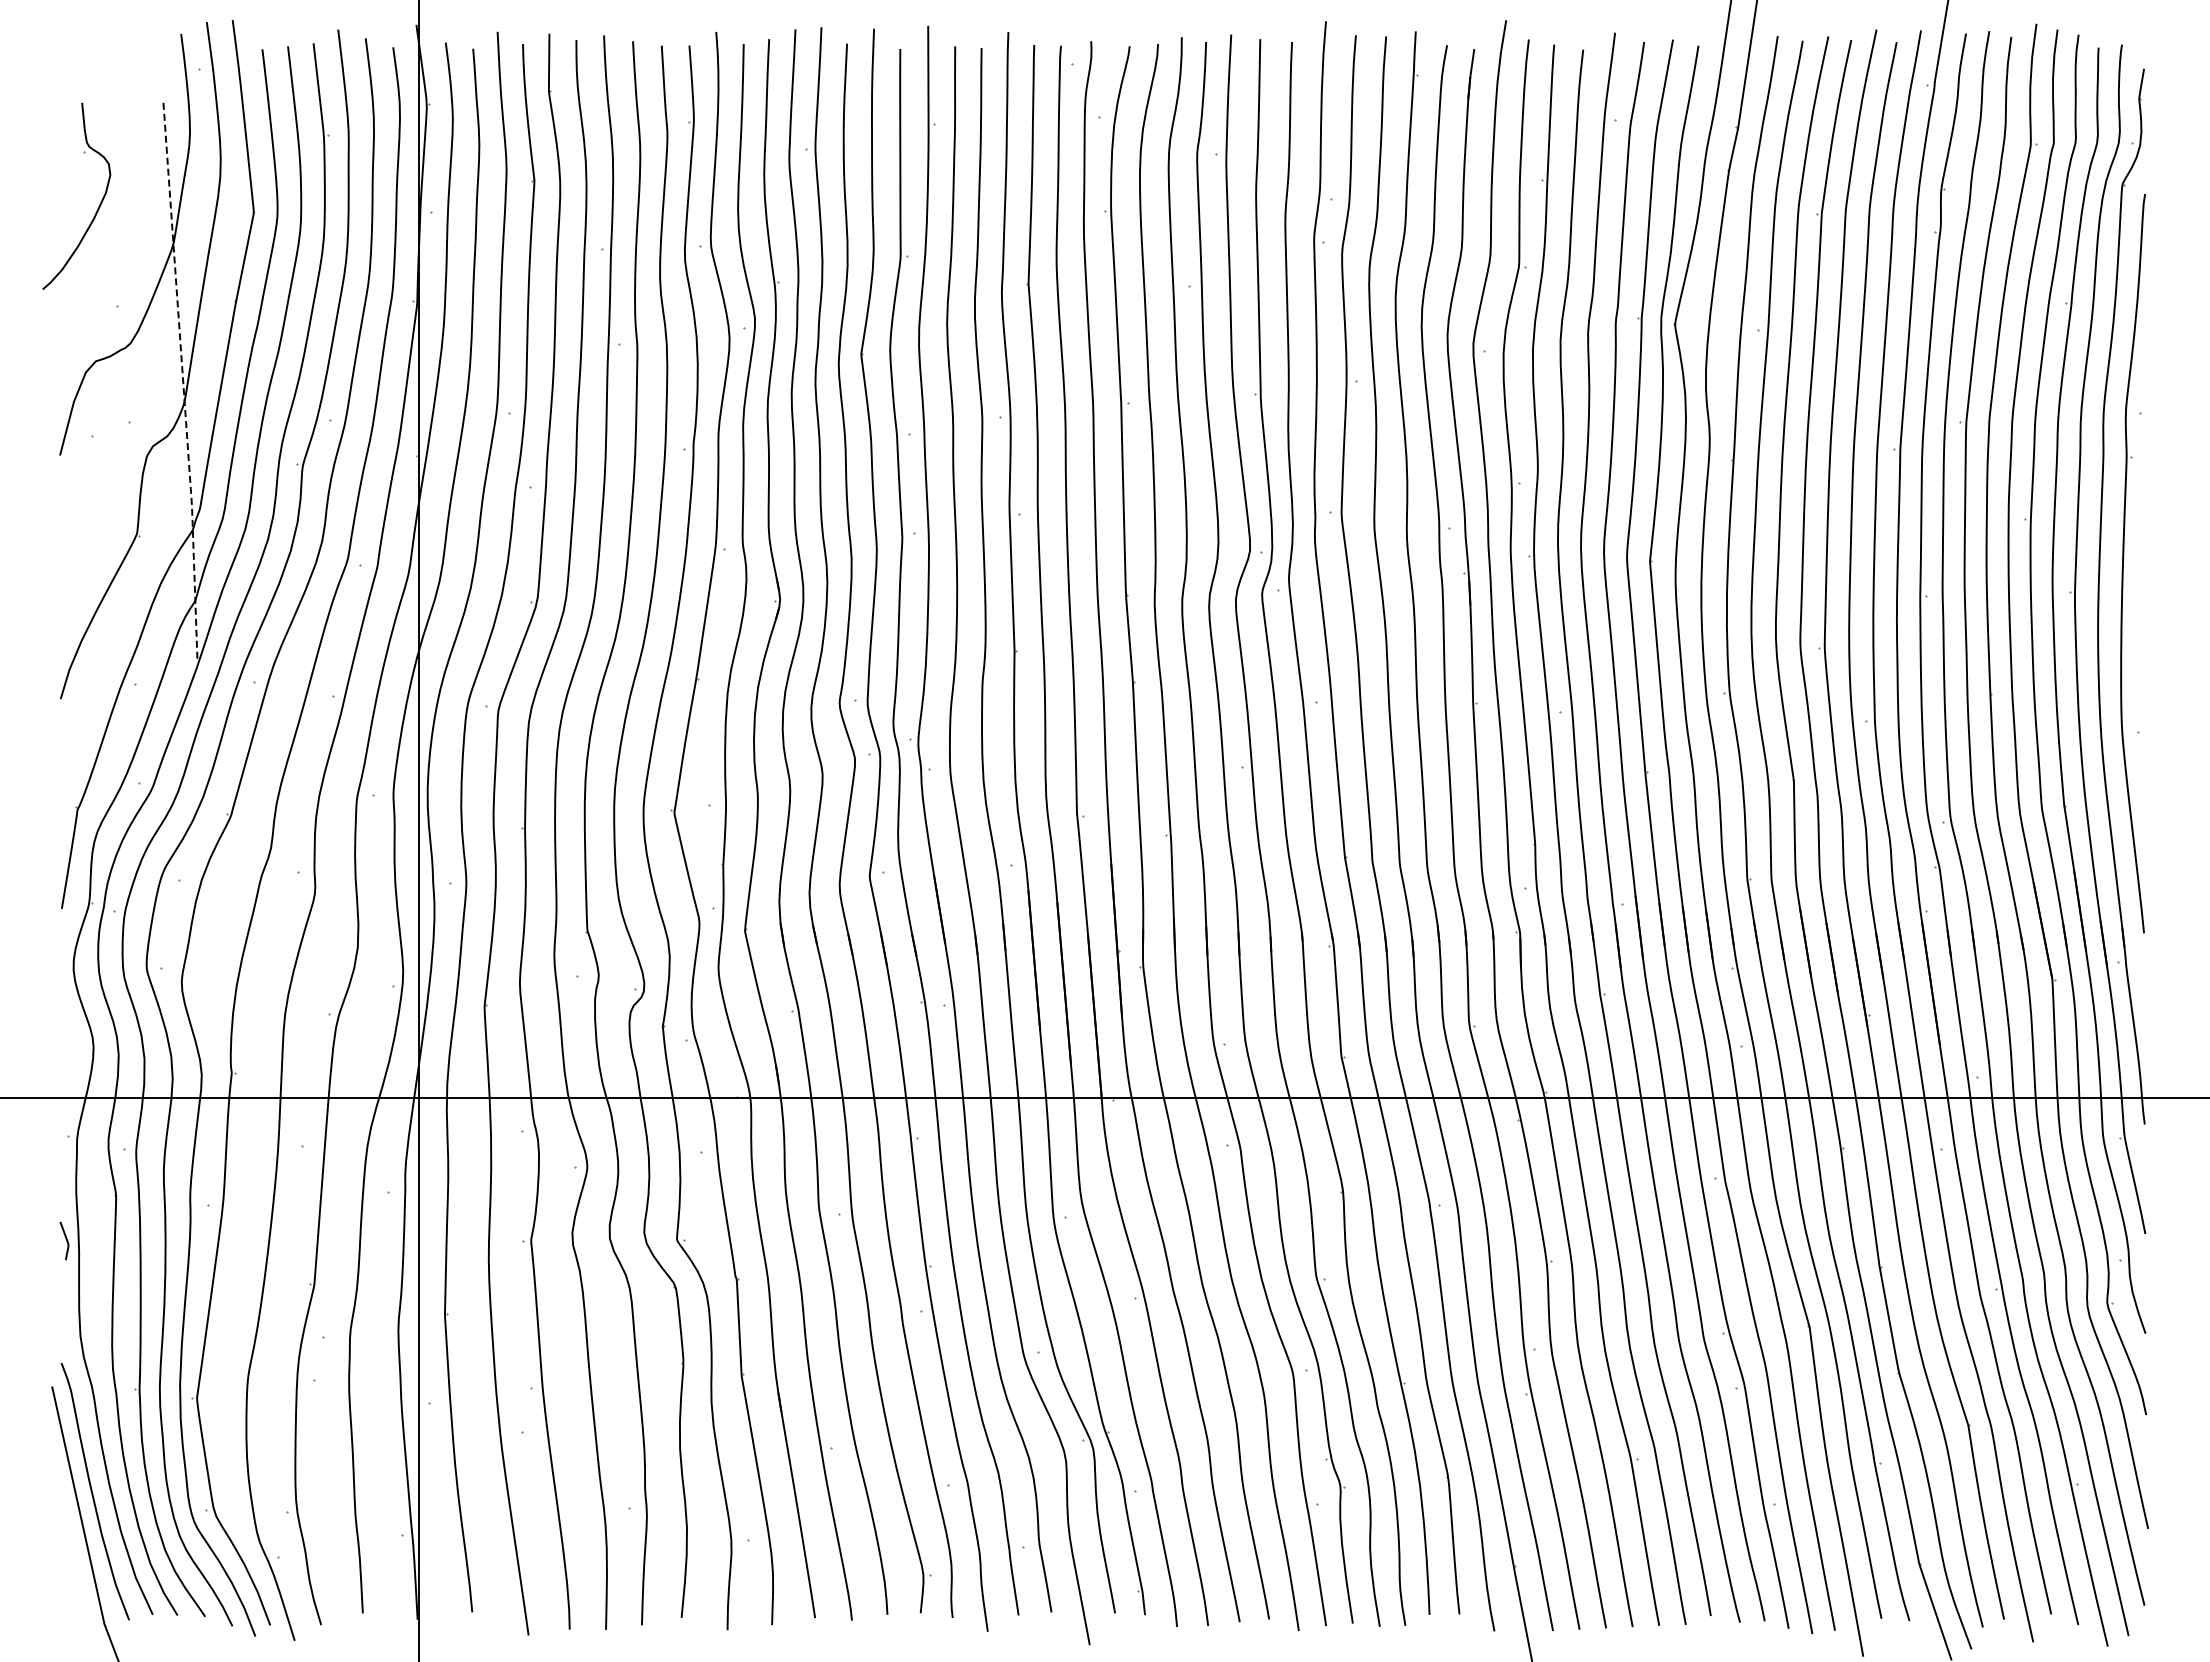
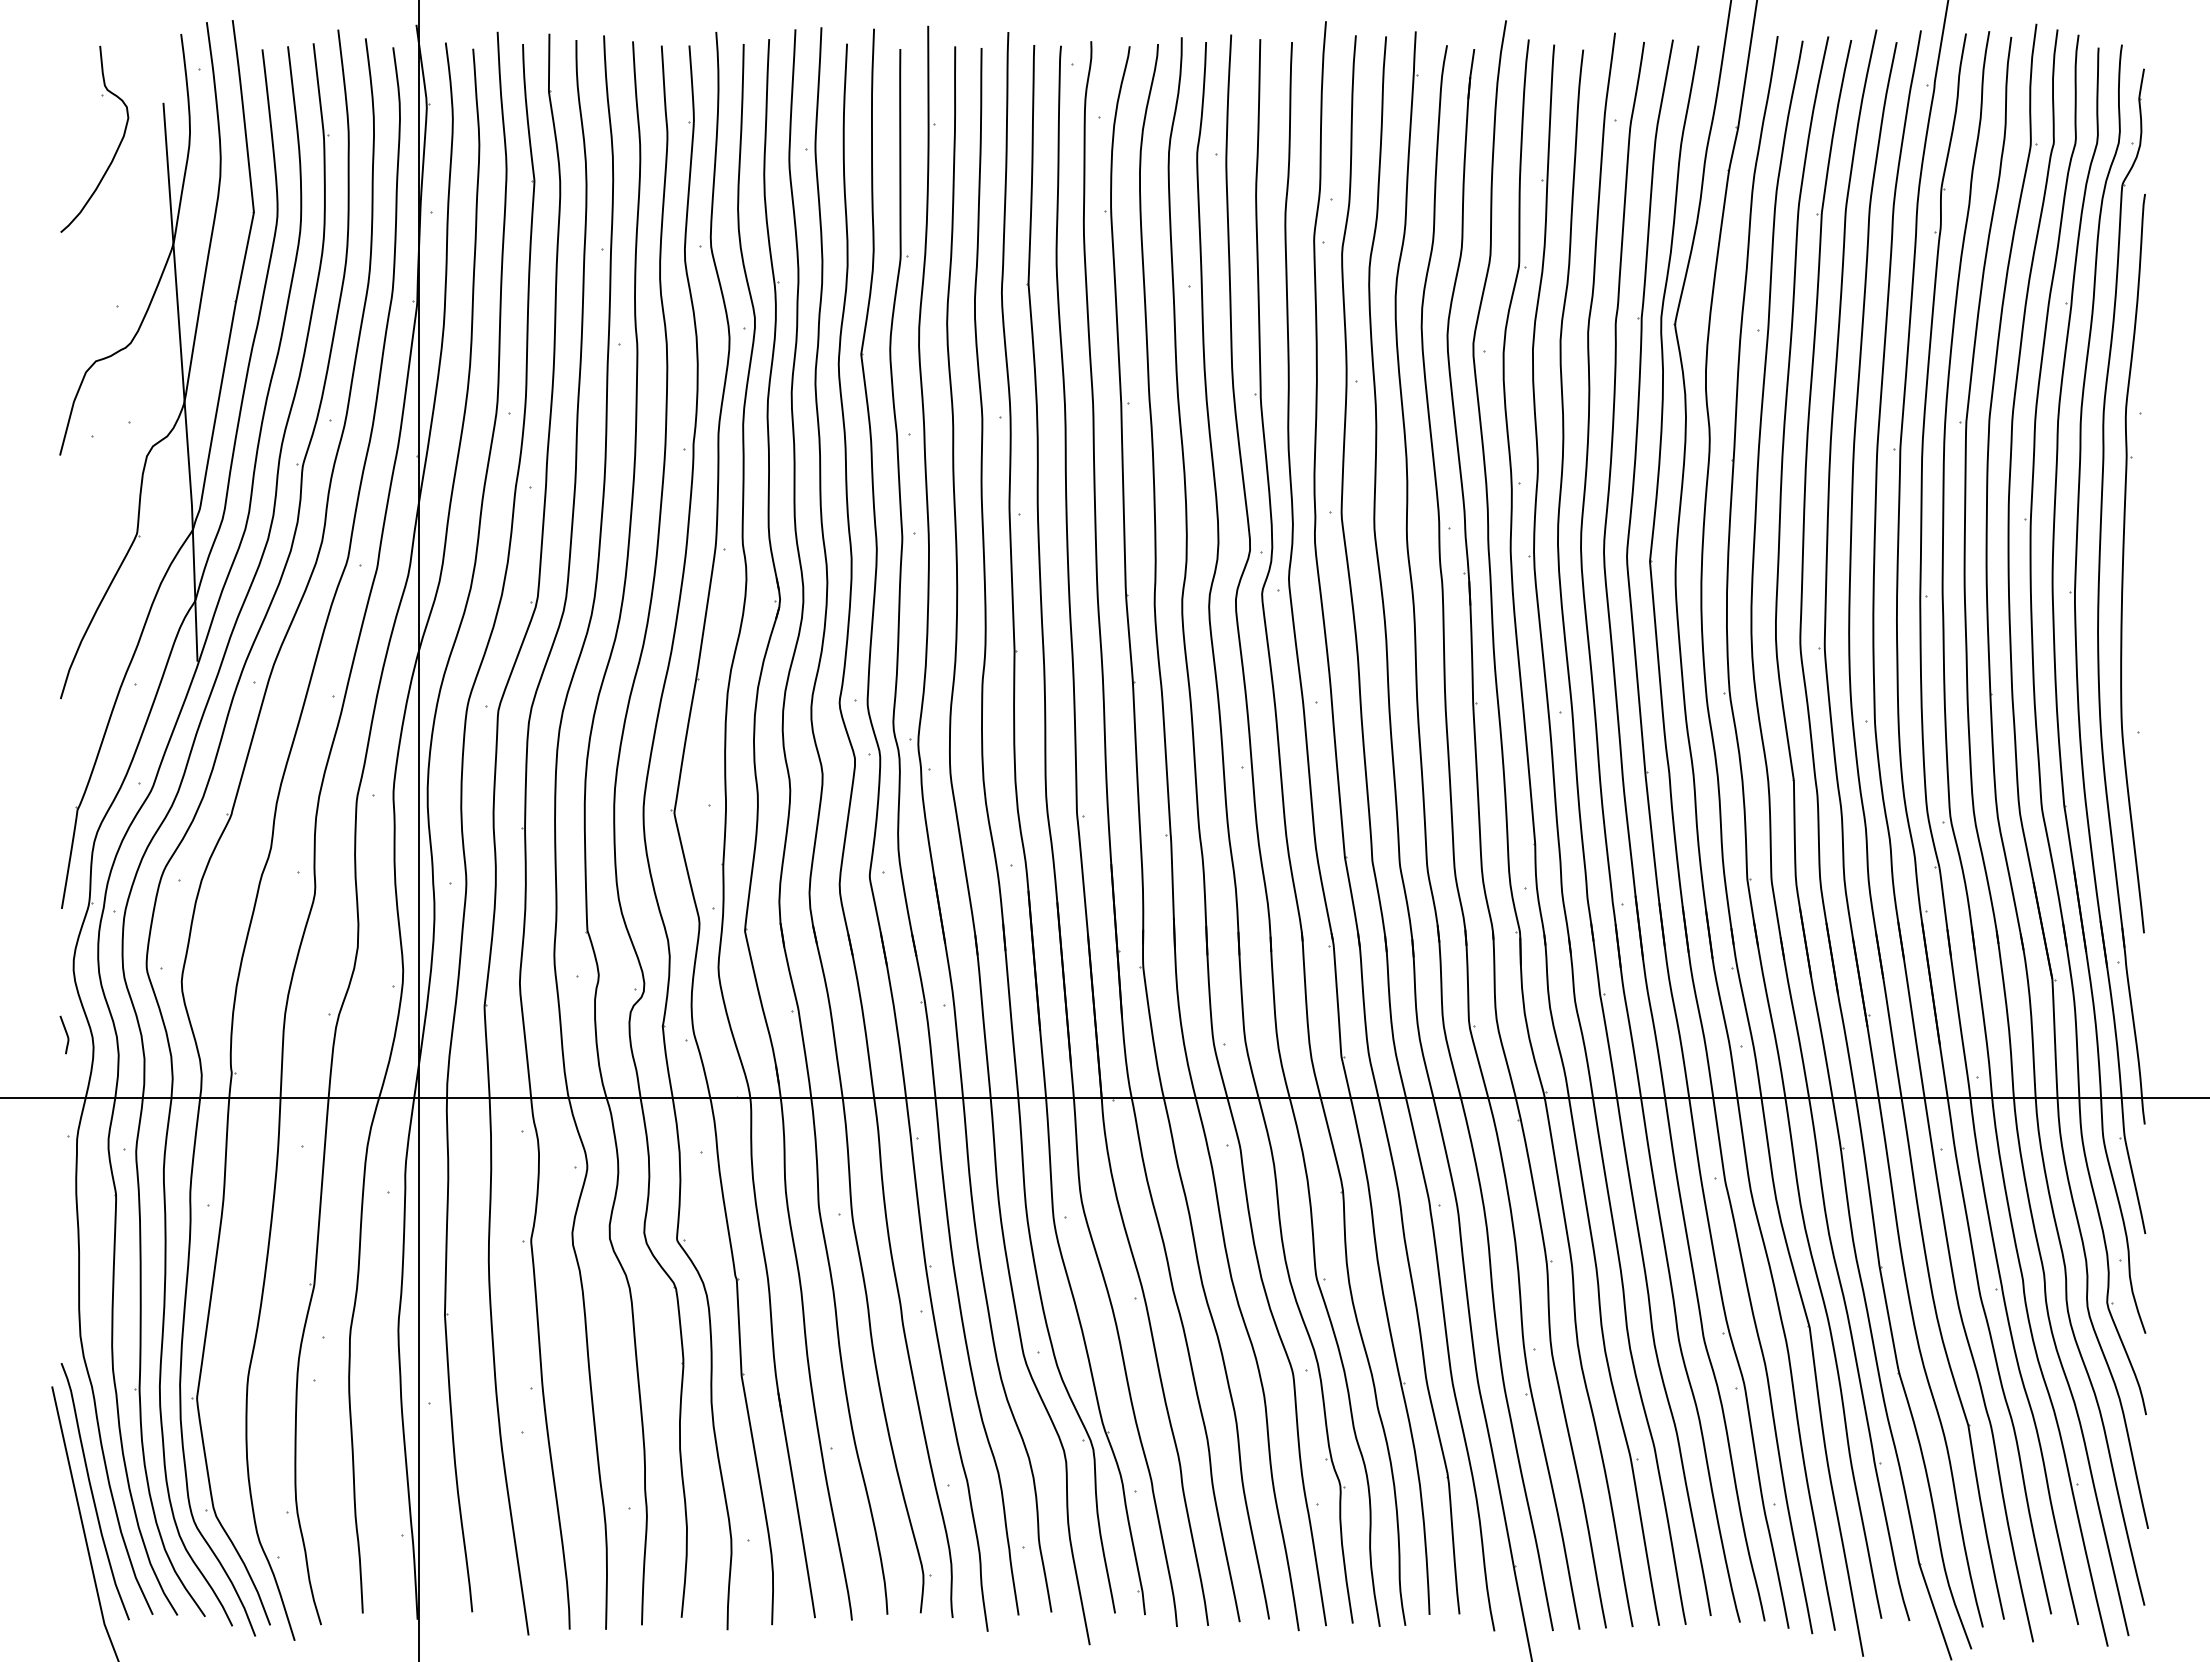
part at (98, 206) position: (98, 206) -> (116, 149)
line at (183, 383): dashed -> solid
curve at (65, 1239) position: (65, 1239) -> (65, 1033)
